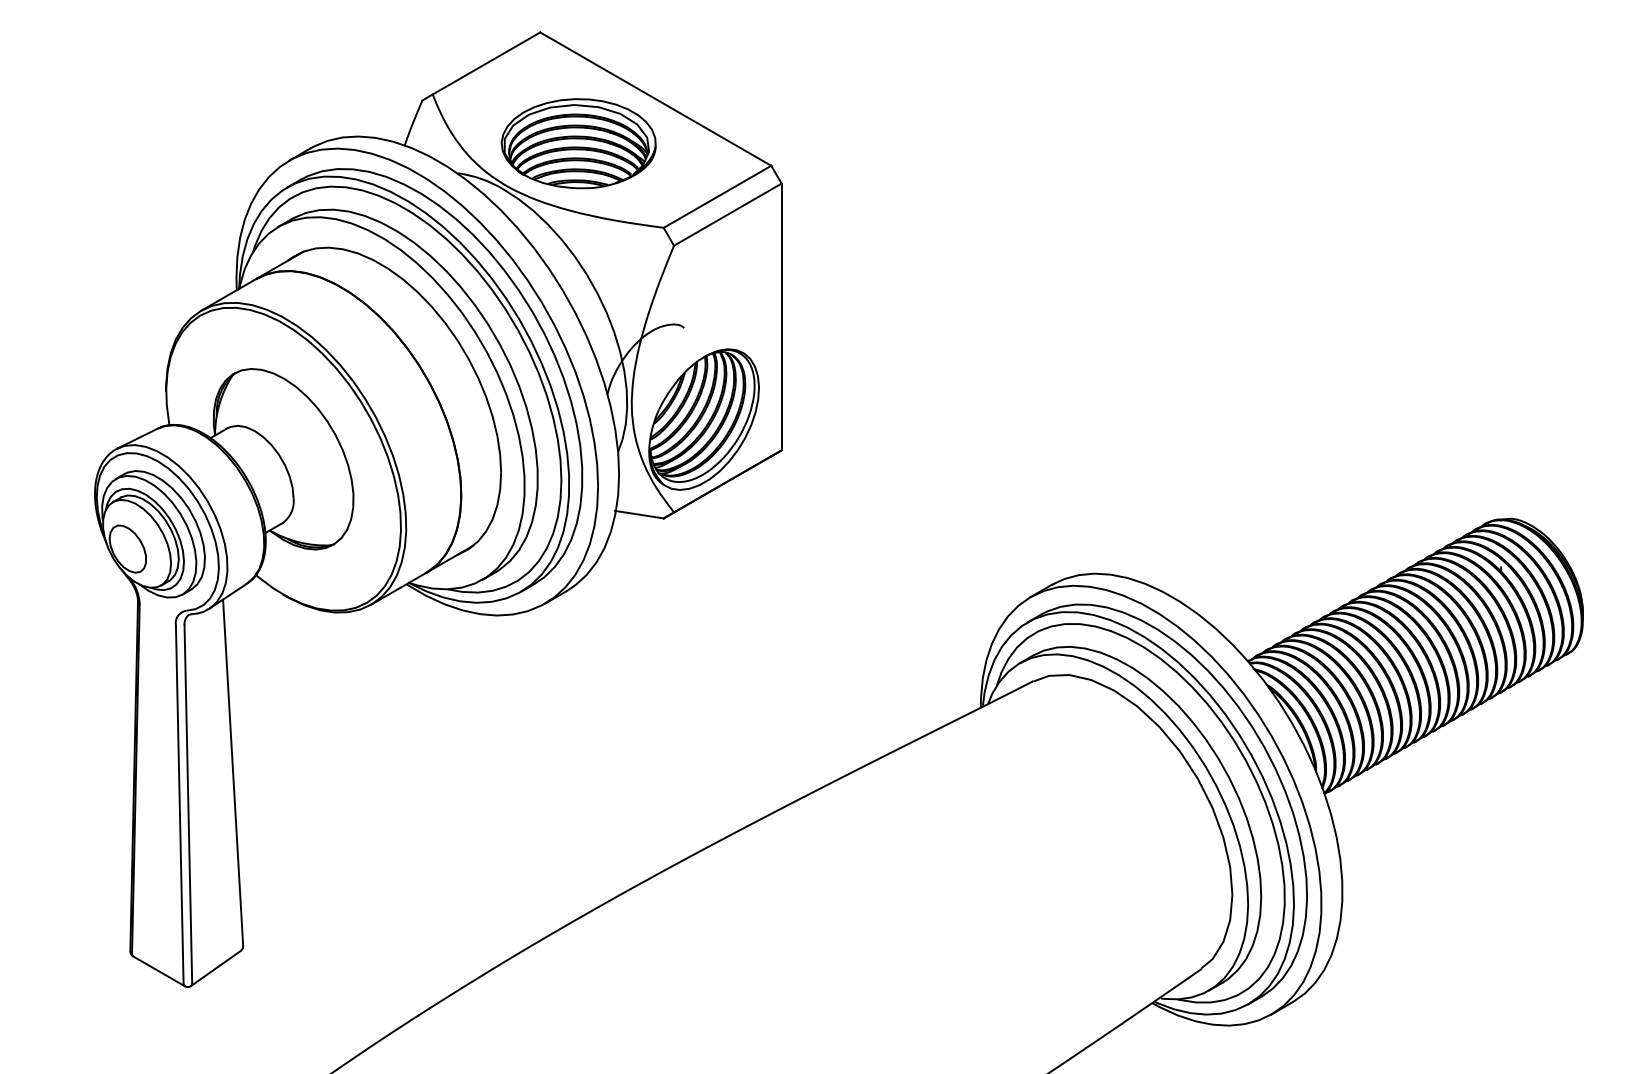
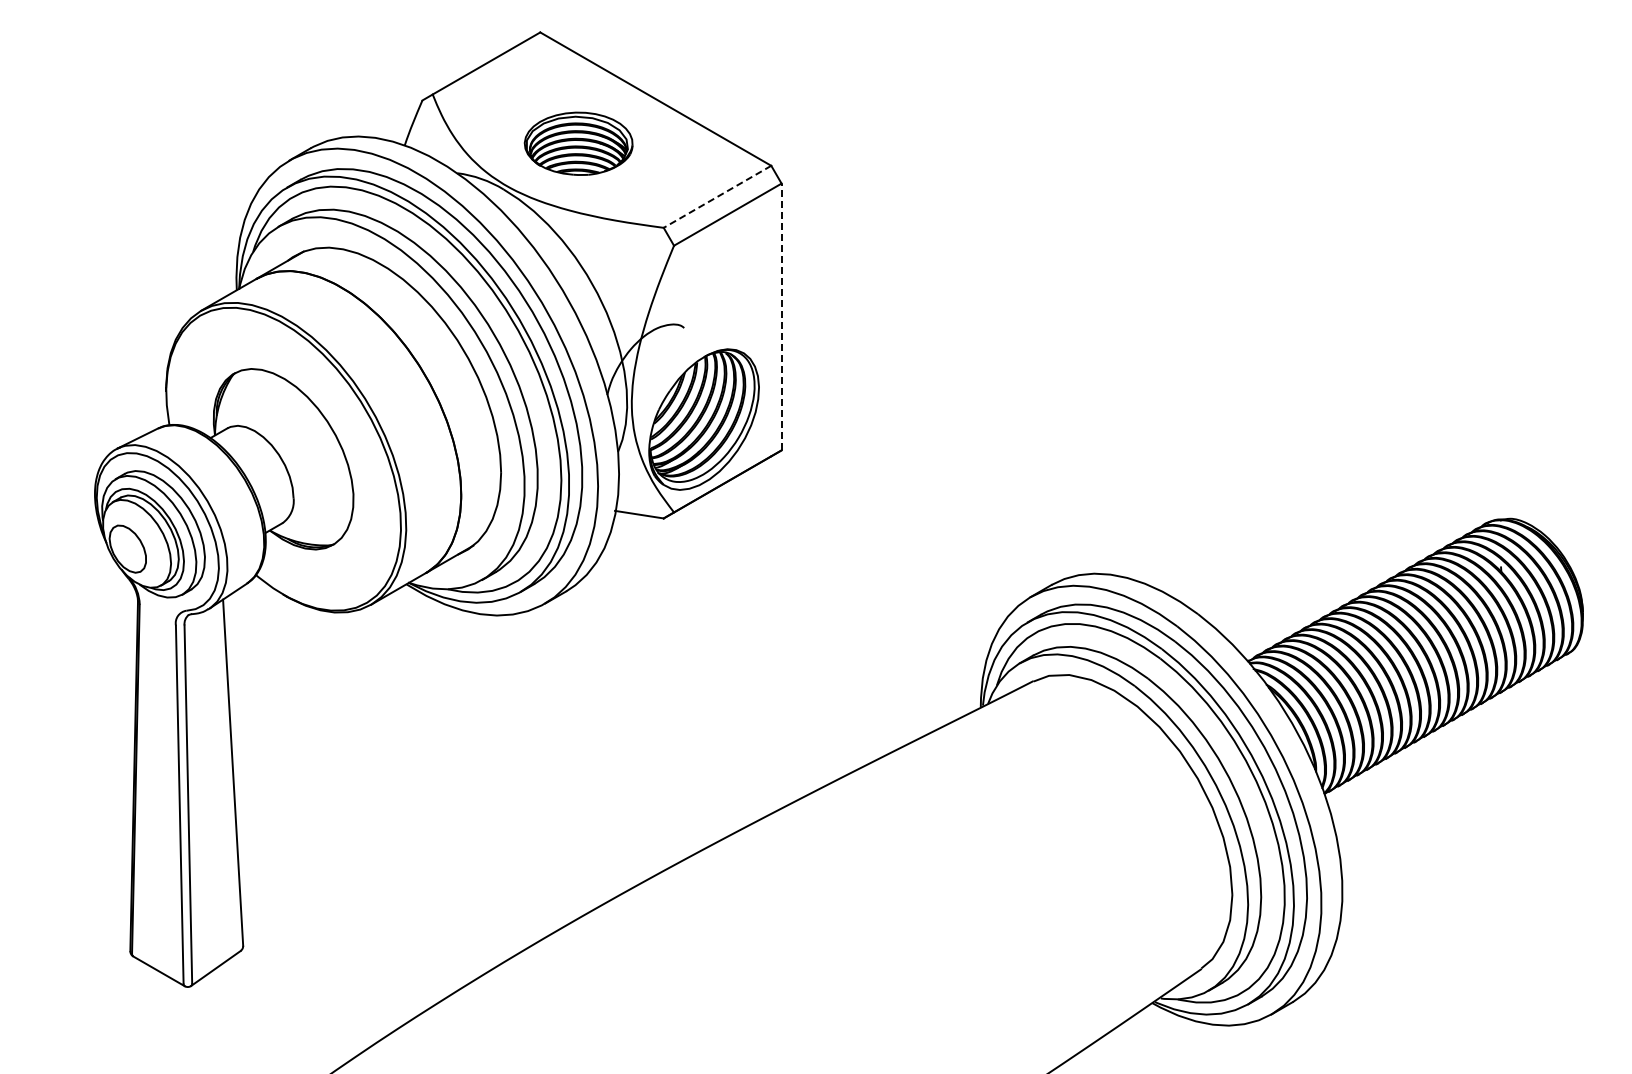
part at (578, 143) size: 157x92 px -> 111x65 px
line at (717, 197): solid -> dashed
line at (781, 316): solid -> dashed
